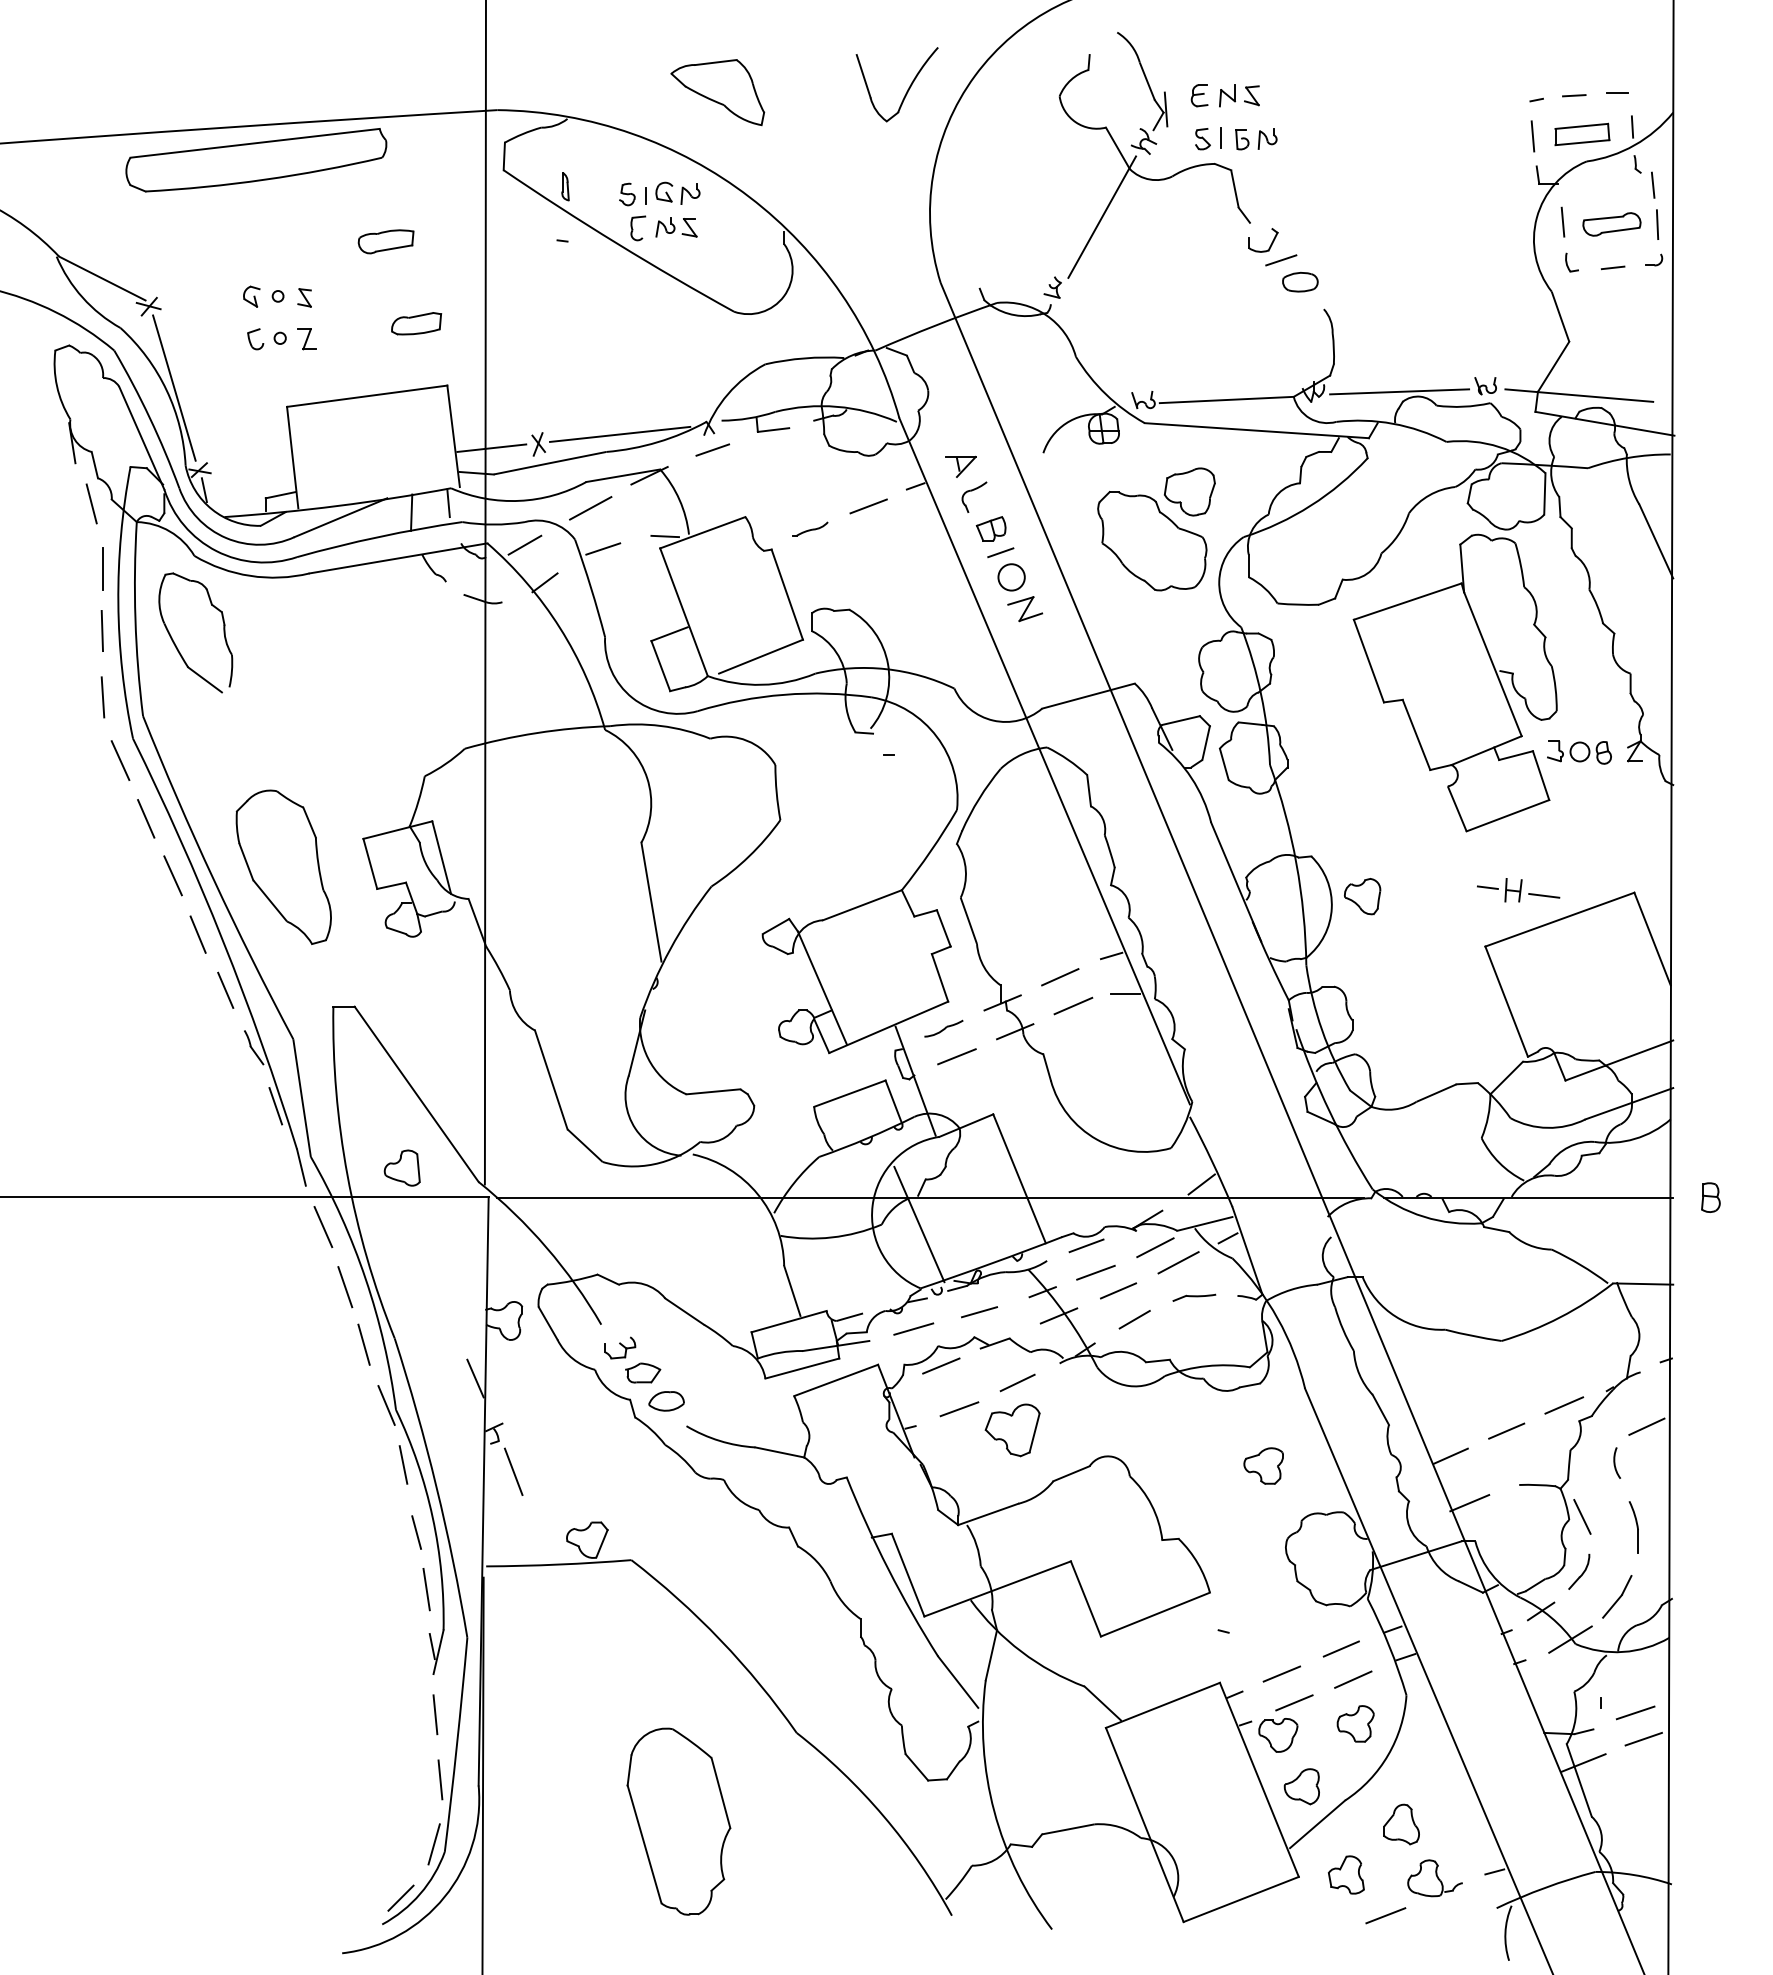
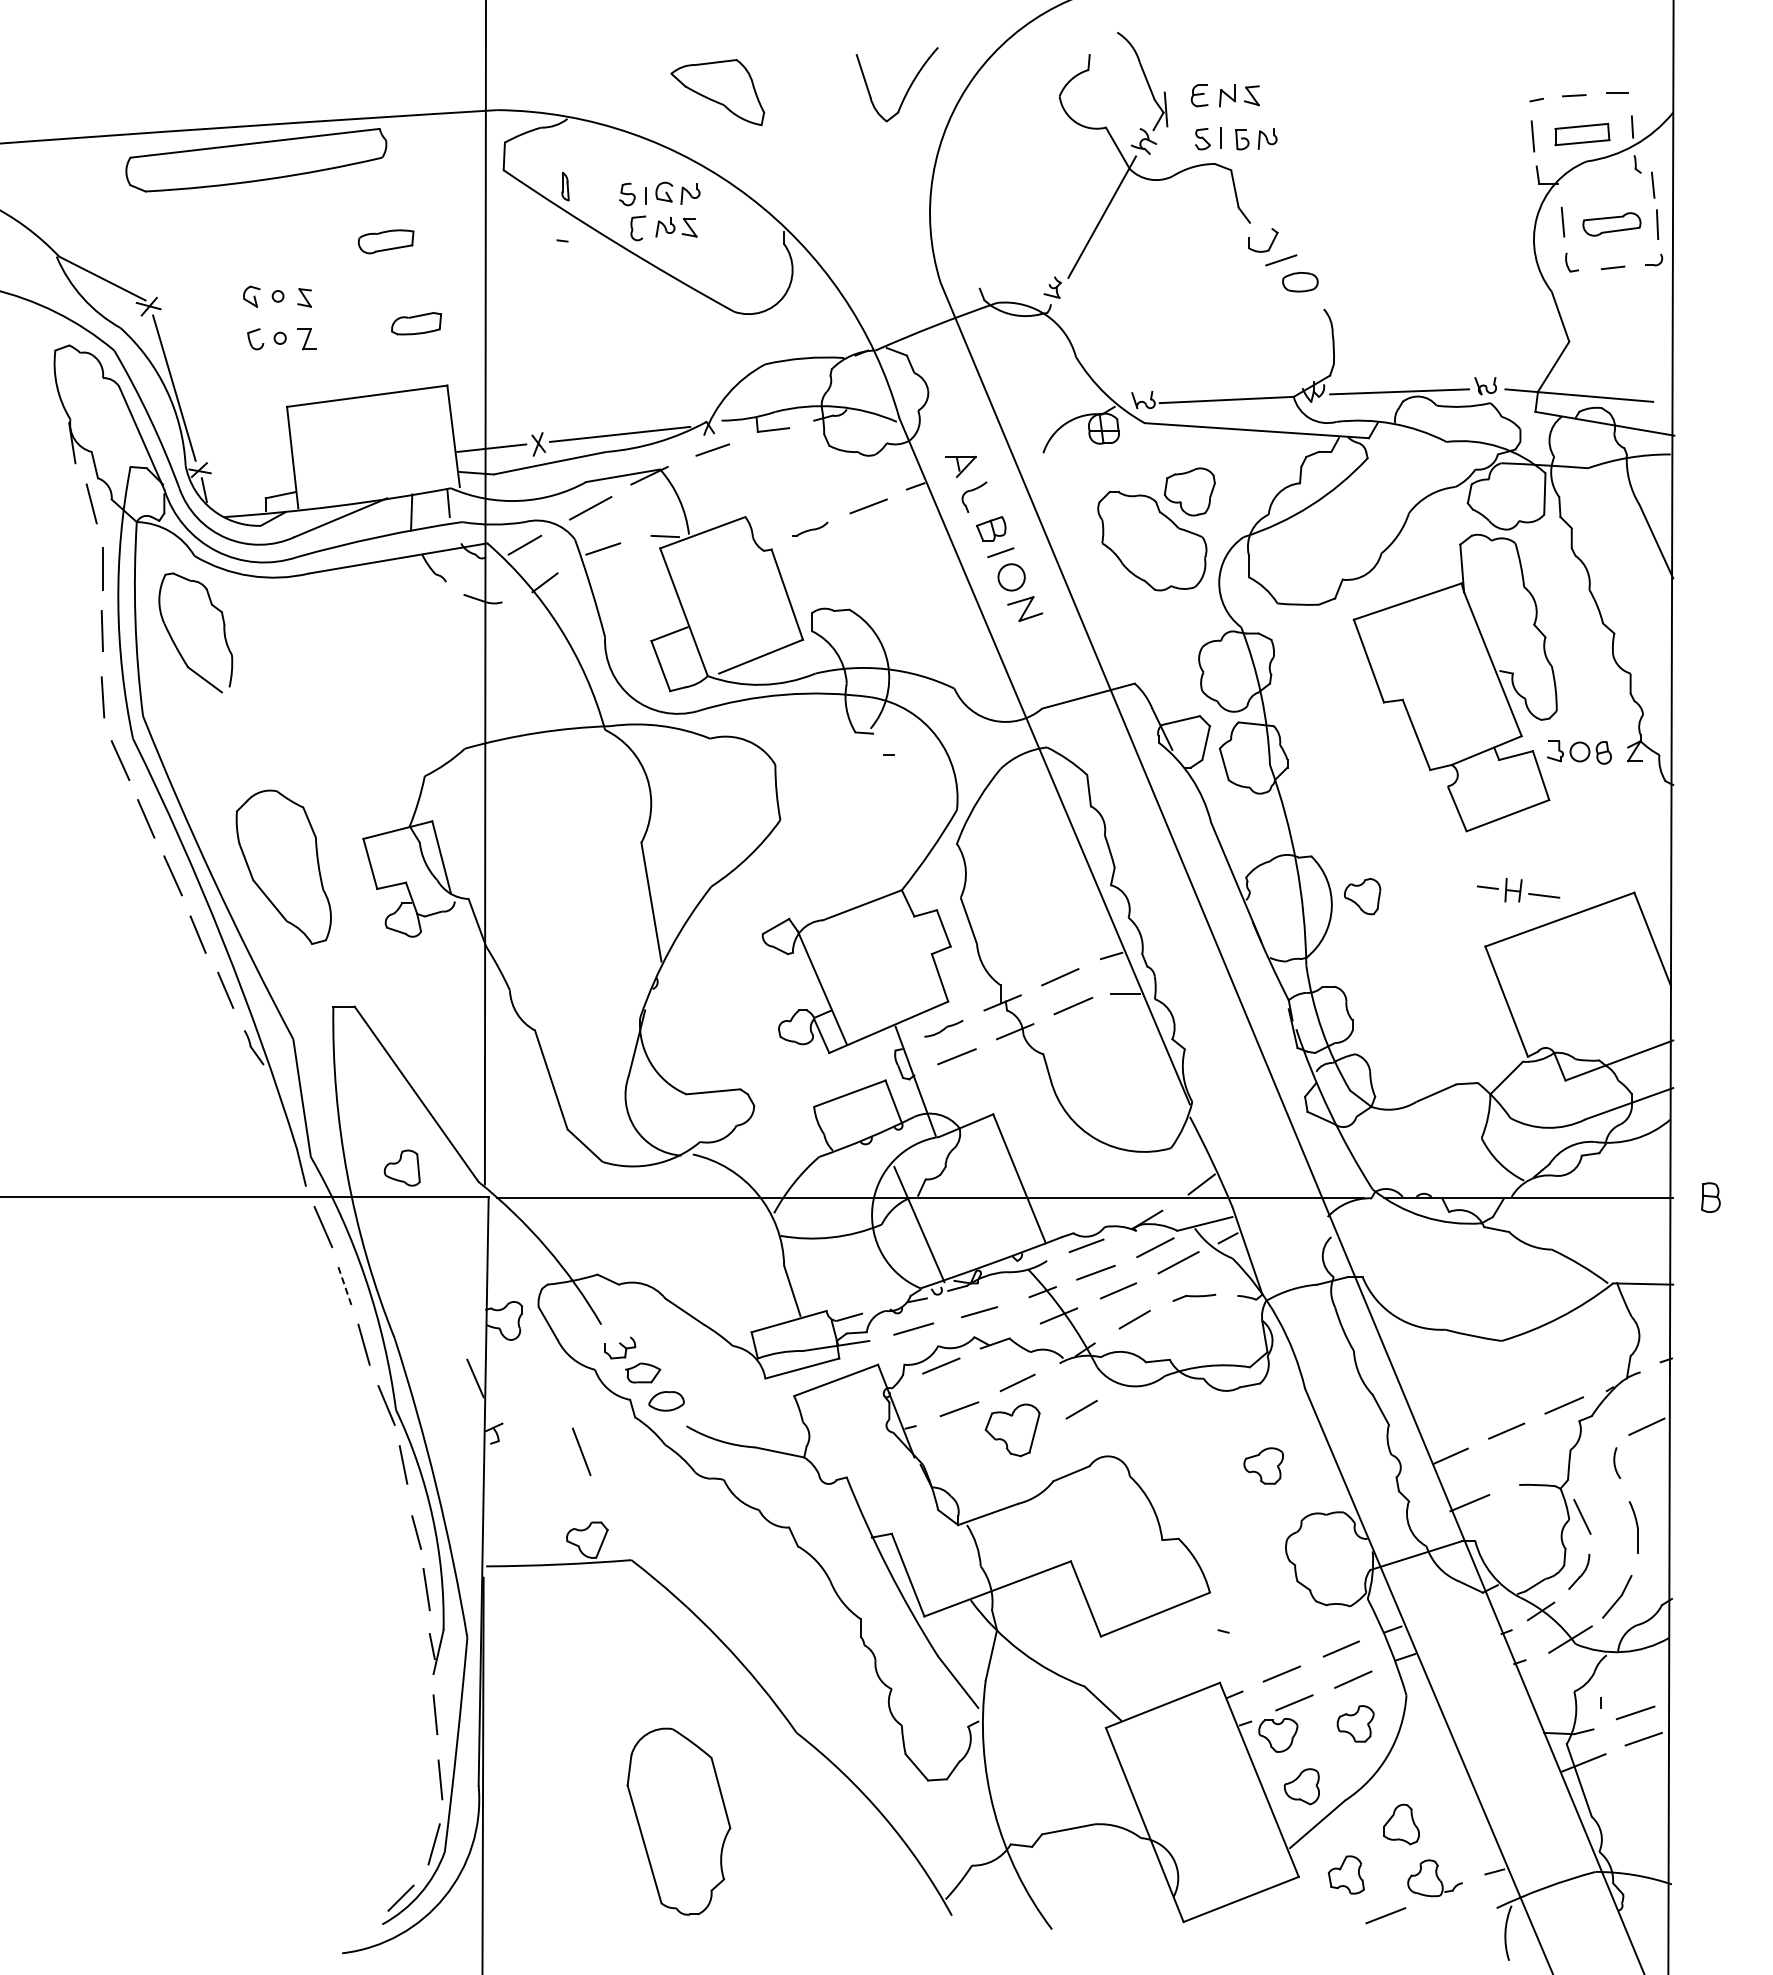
line at (275, 1106): present -> none
line at (345, 1287): solid -> dashed
line at (1081, 1409): none -> present
line at (513, 1471) position: (513, 1471) -> (581, 1451)
